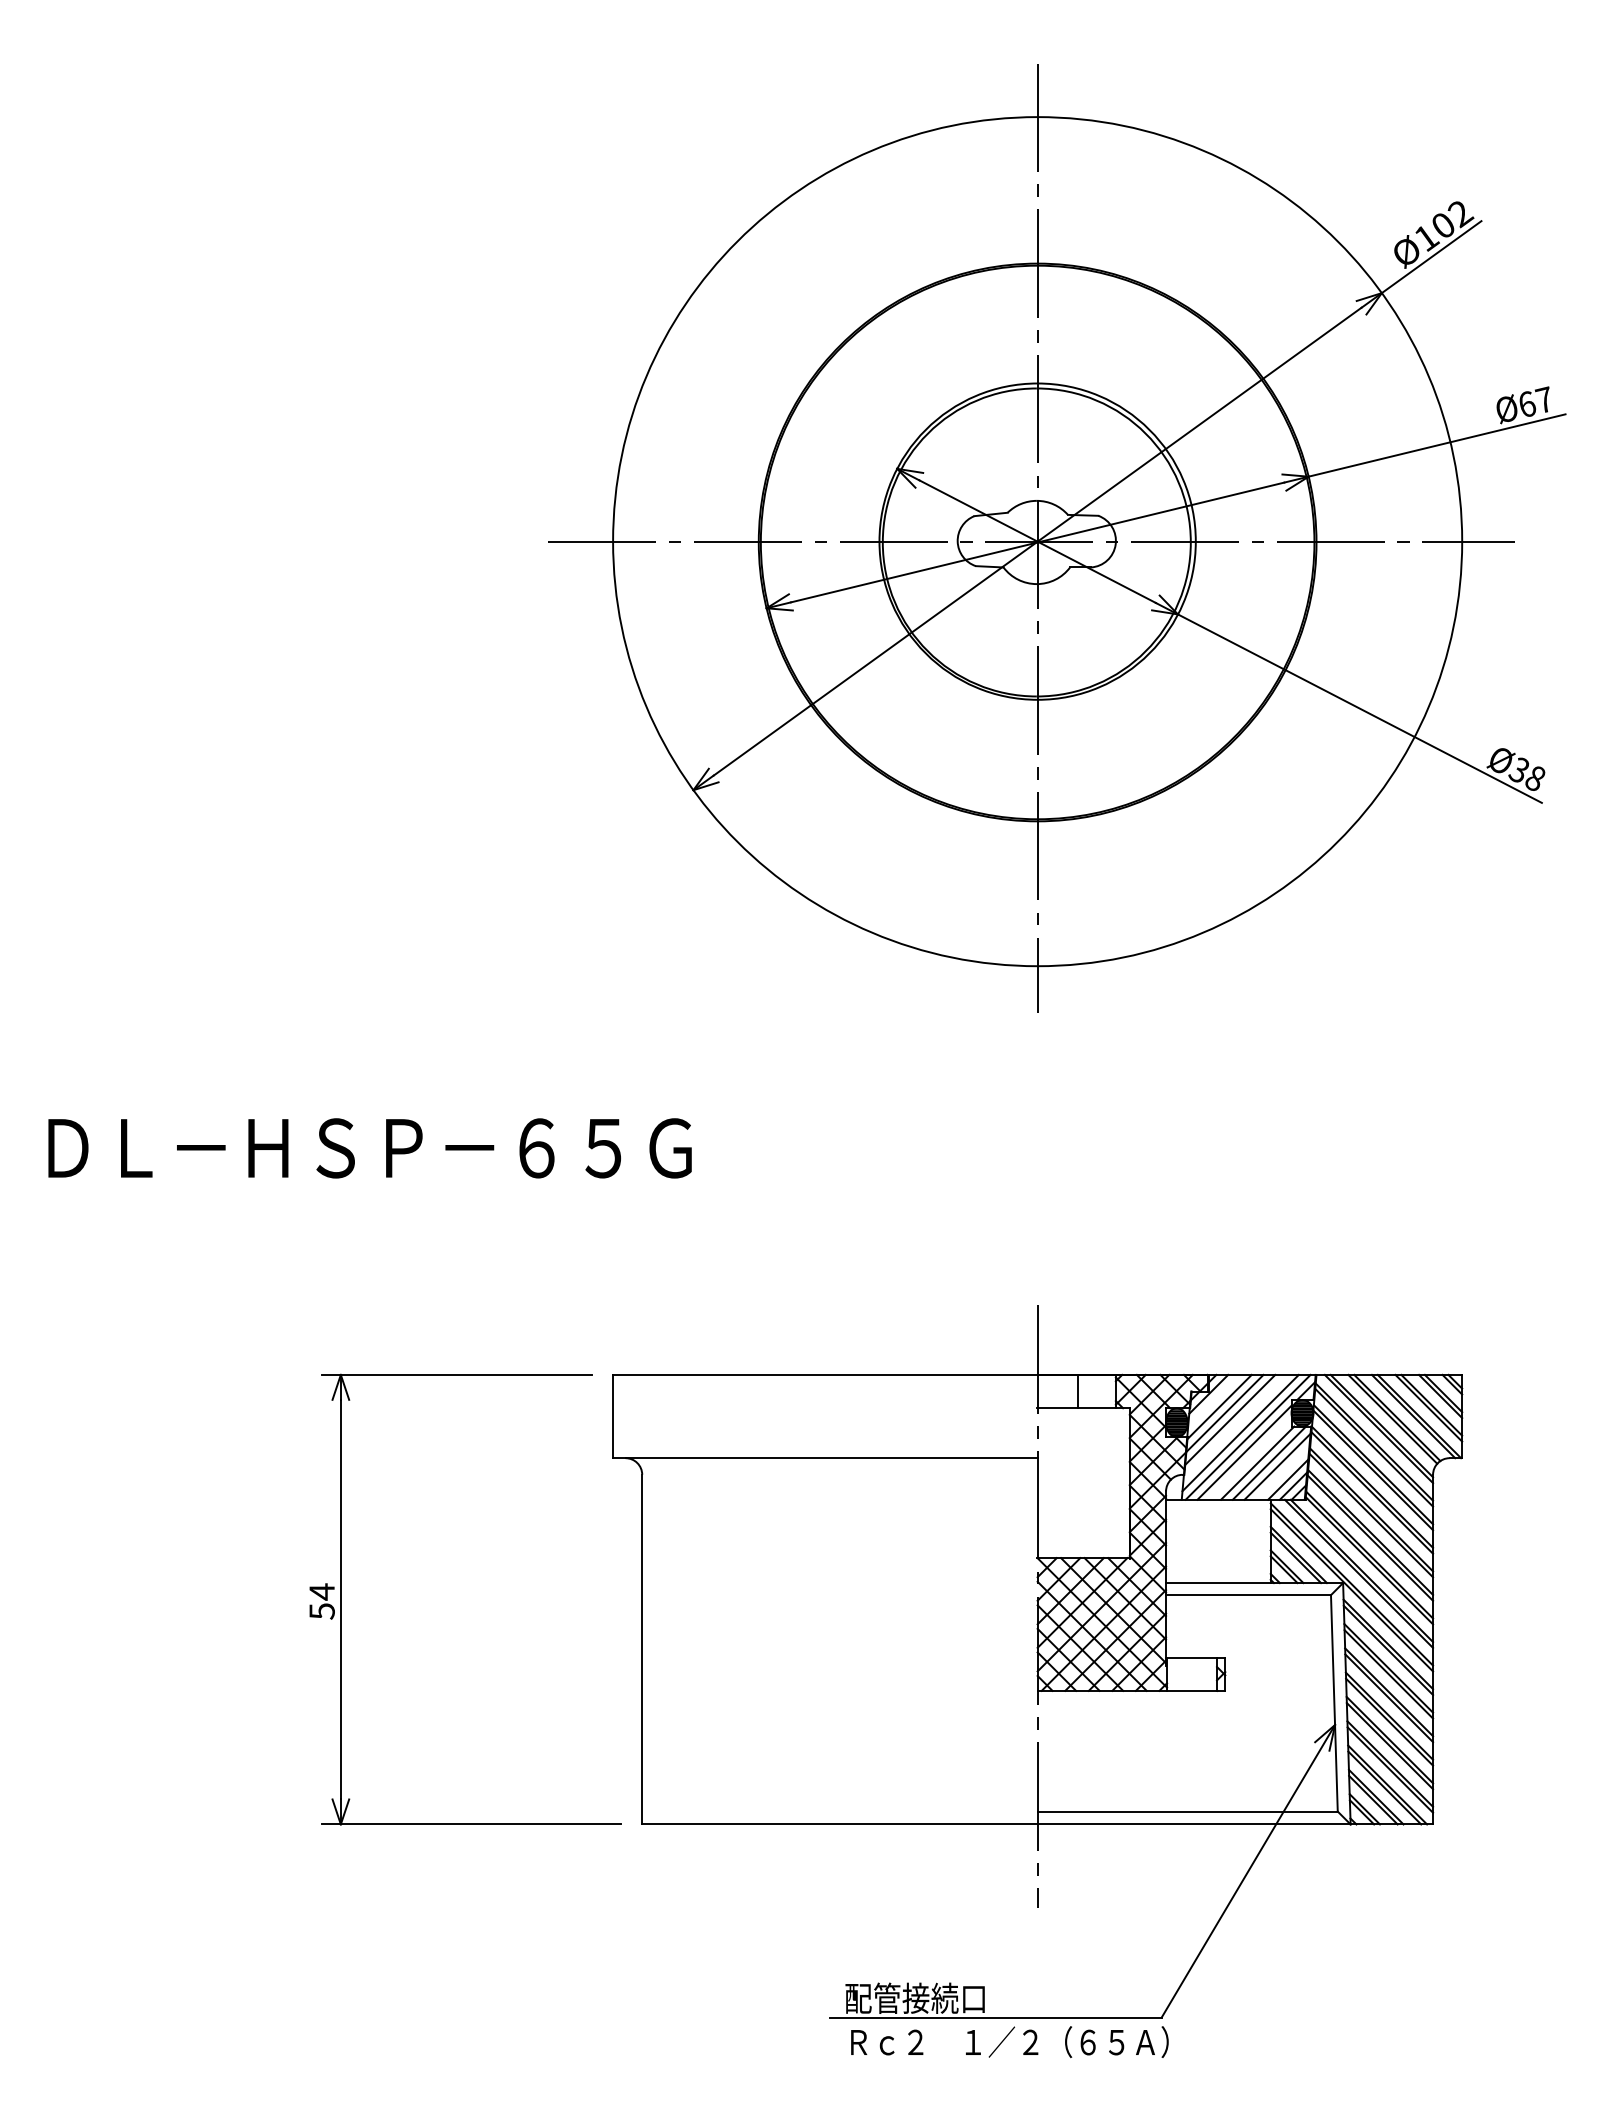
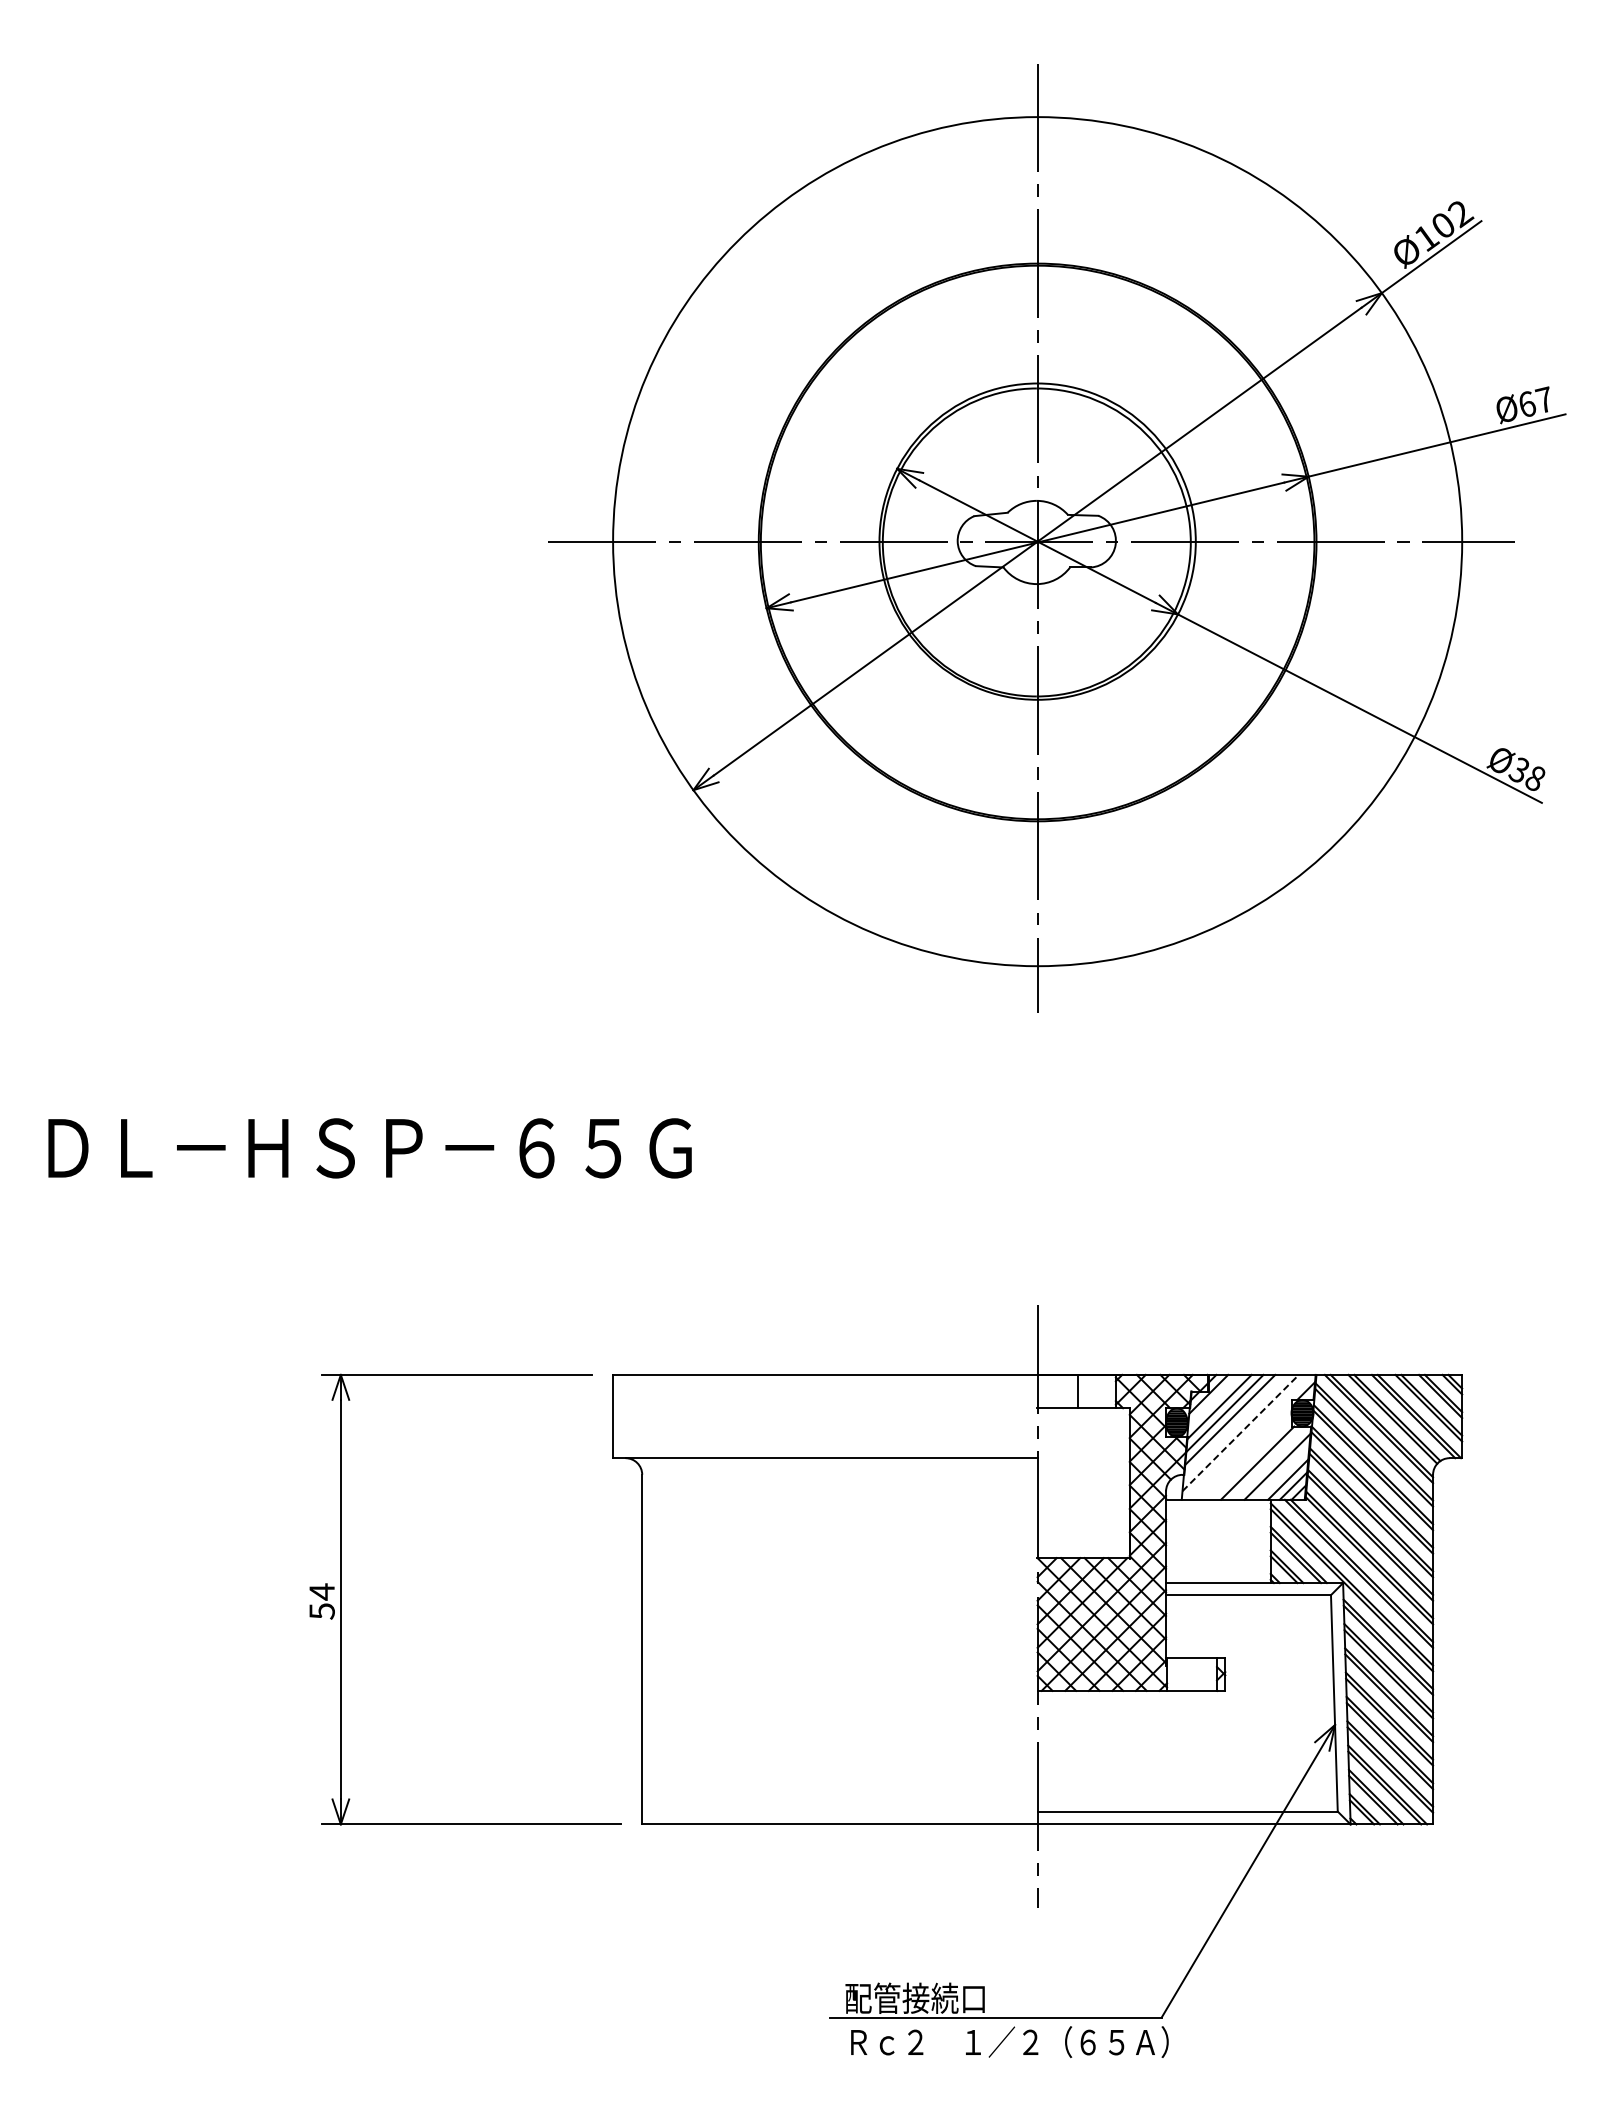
line at (1241, 1432): solid -> dashed
line at (1247, 1436): present -> none
line at (1244, 1452): present -> none
line at (1269, 1462): present -> none
